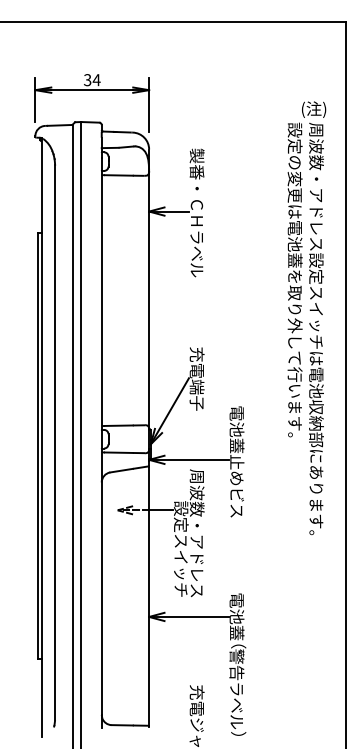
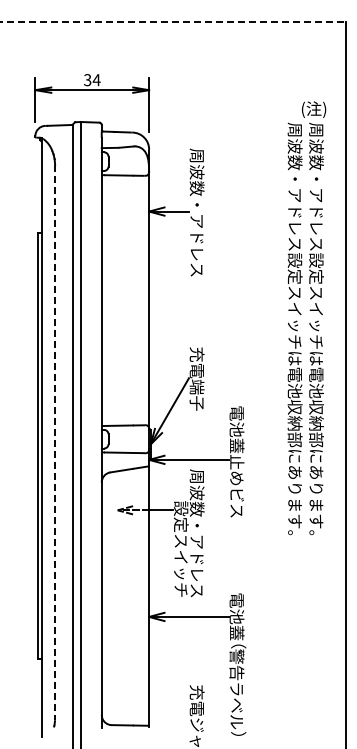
line at (173, 22): solid -> dashed
text at (196, 212): 製番・ＣＨラベル -> 周波数・アドレス
text at (294, 328): 設定の変更は電池蓋を取り外して行います。 -> 周波数・アドレス設定スイッチは電池収納部にあります。
line at (55, 442): solid -> dashed
